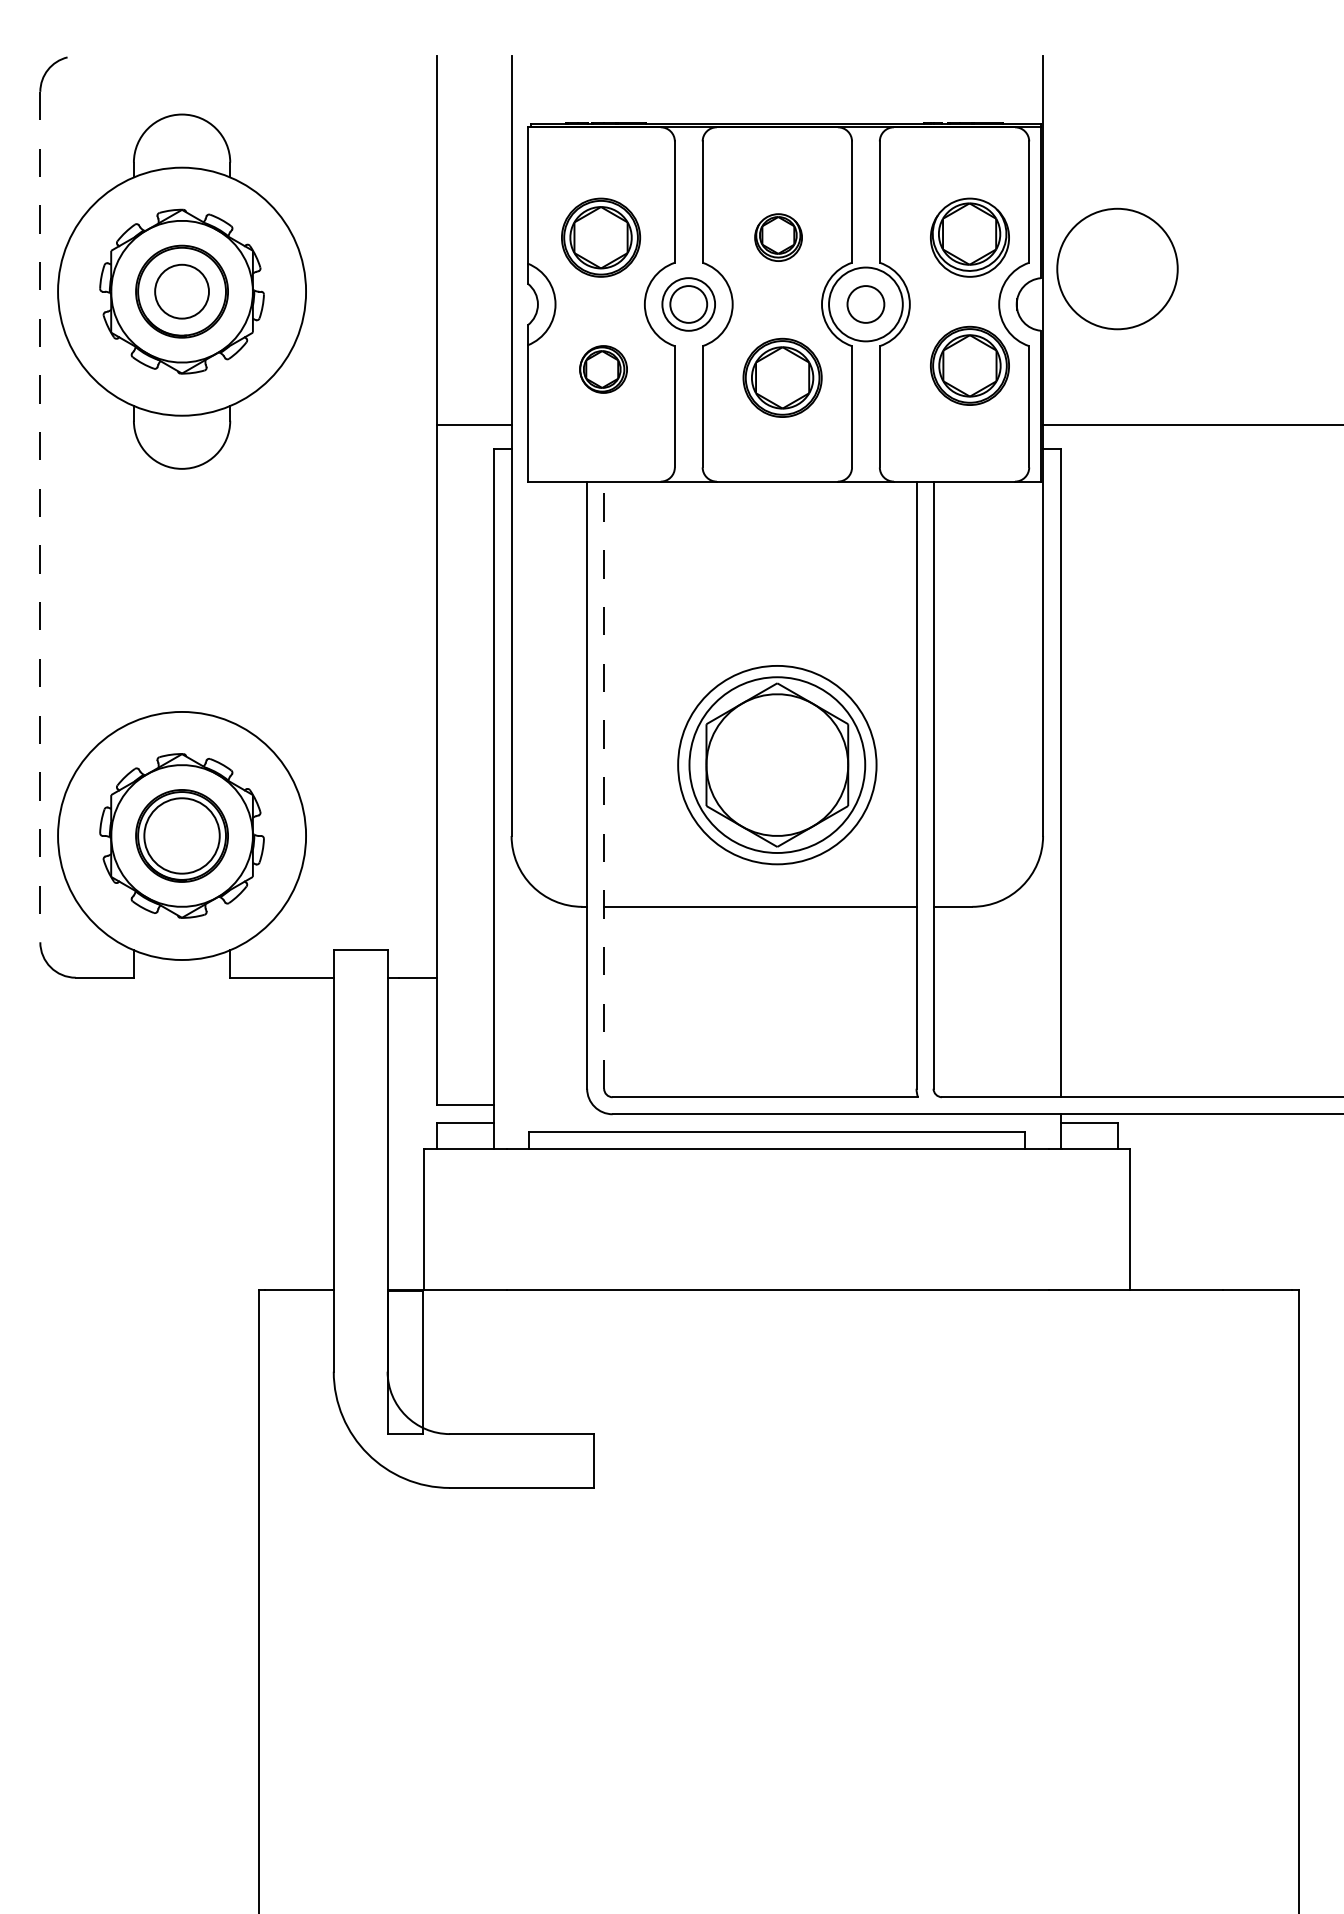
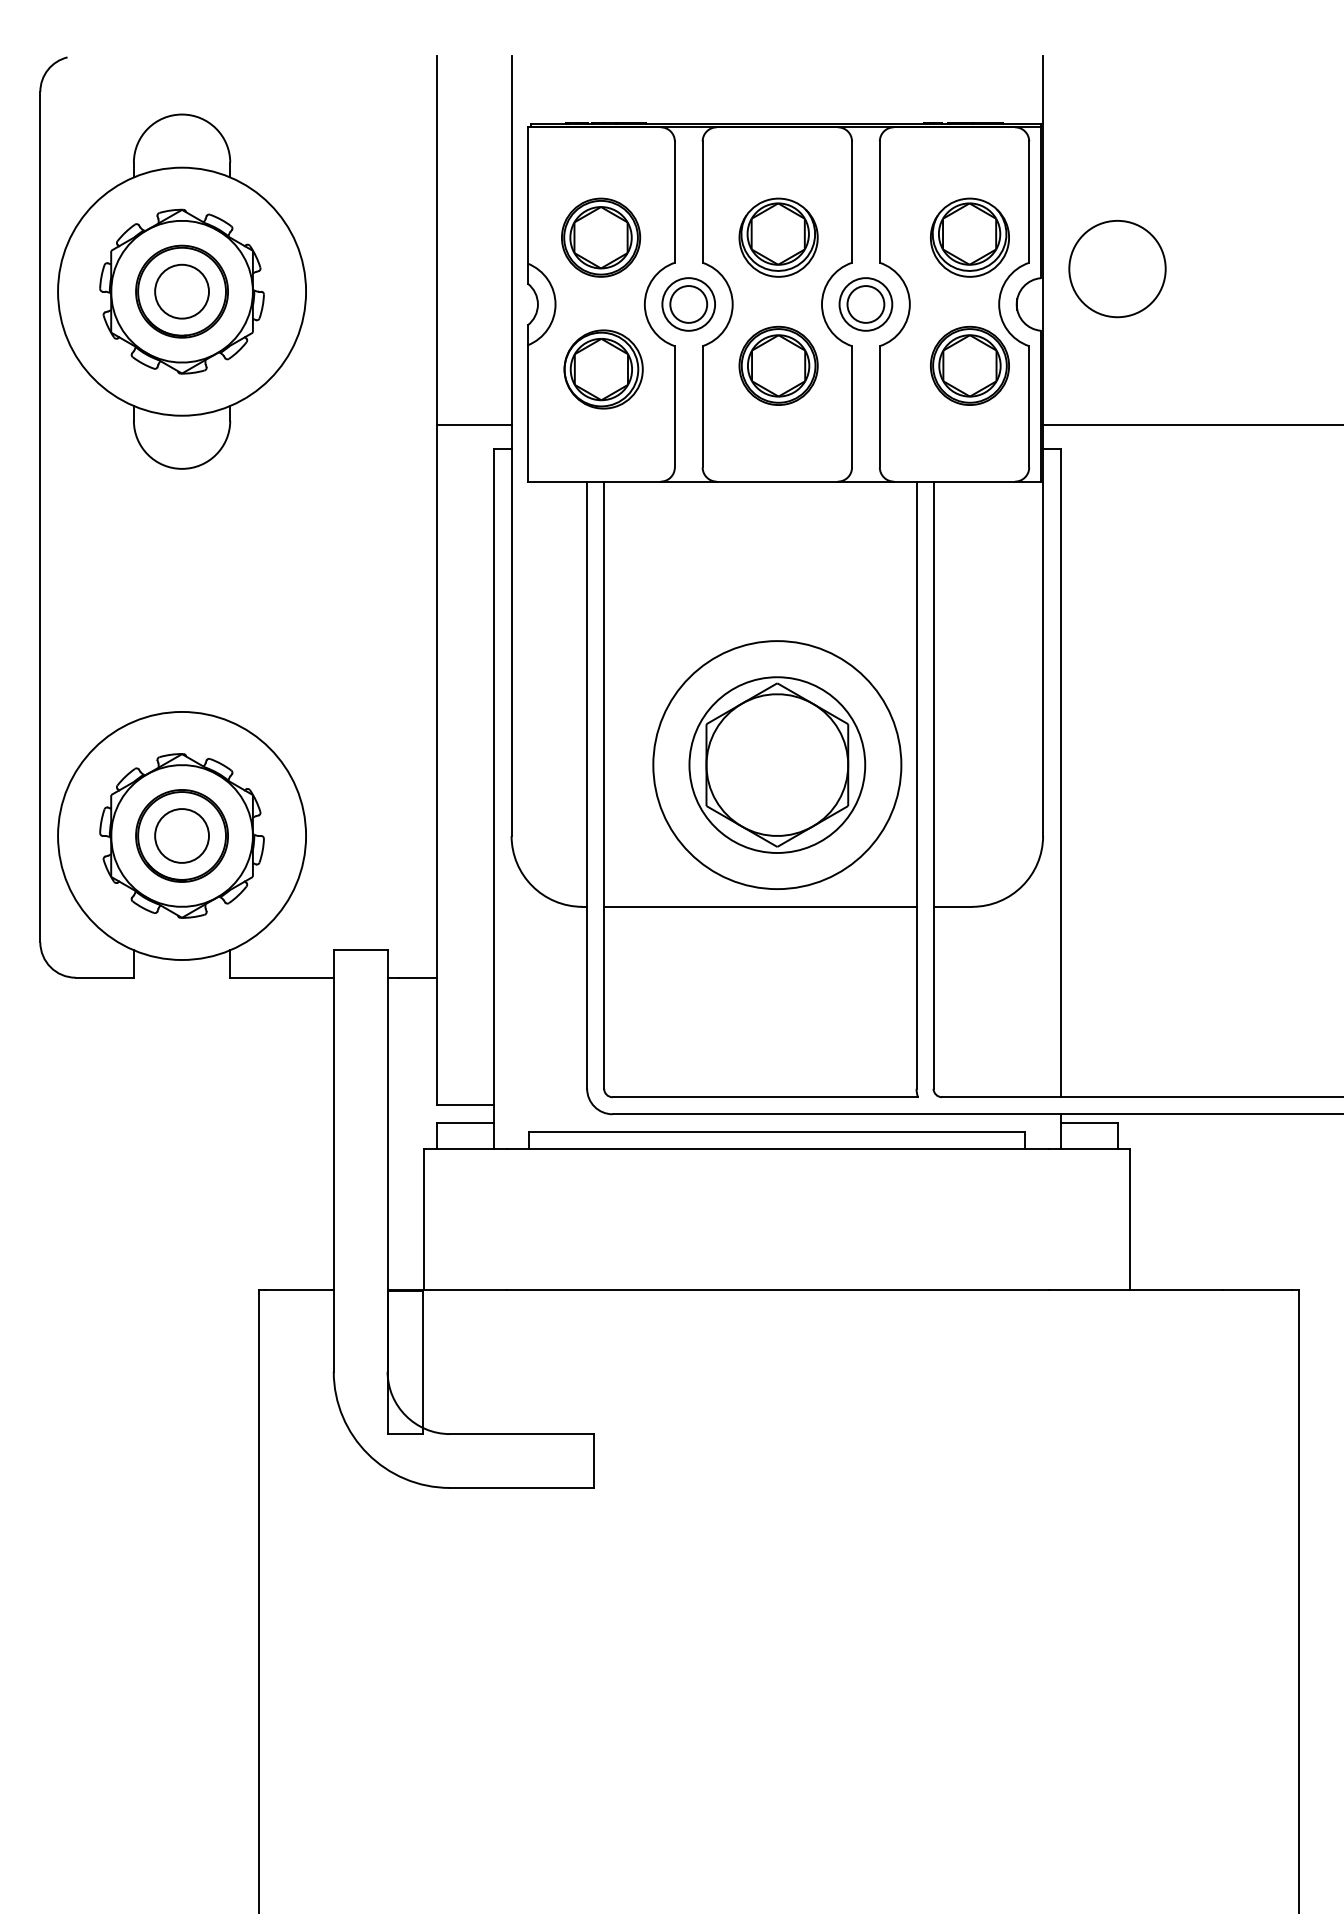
part at (778, 237) size: 49x49 px -> 81x81 px
circle at (1117, 268) diameter: 120 px -> 96 px
circle at (865, 304) diameter: 74 px -> 53 px
part at (603, 369) size: 49x49 px -> 81x81 px
part at (782, 377) position: (782, 377) -> (778, 365)
line at (40, 517): dashed -> solid
circle at (777, 764) diameter: 198 px -> 248 px
line at (604, 785): dashed -> solid
circle at (181, 835) diameter: 75 px -> 54 px
